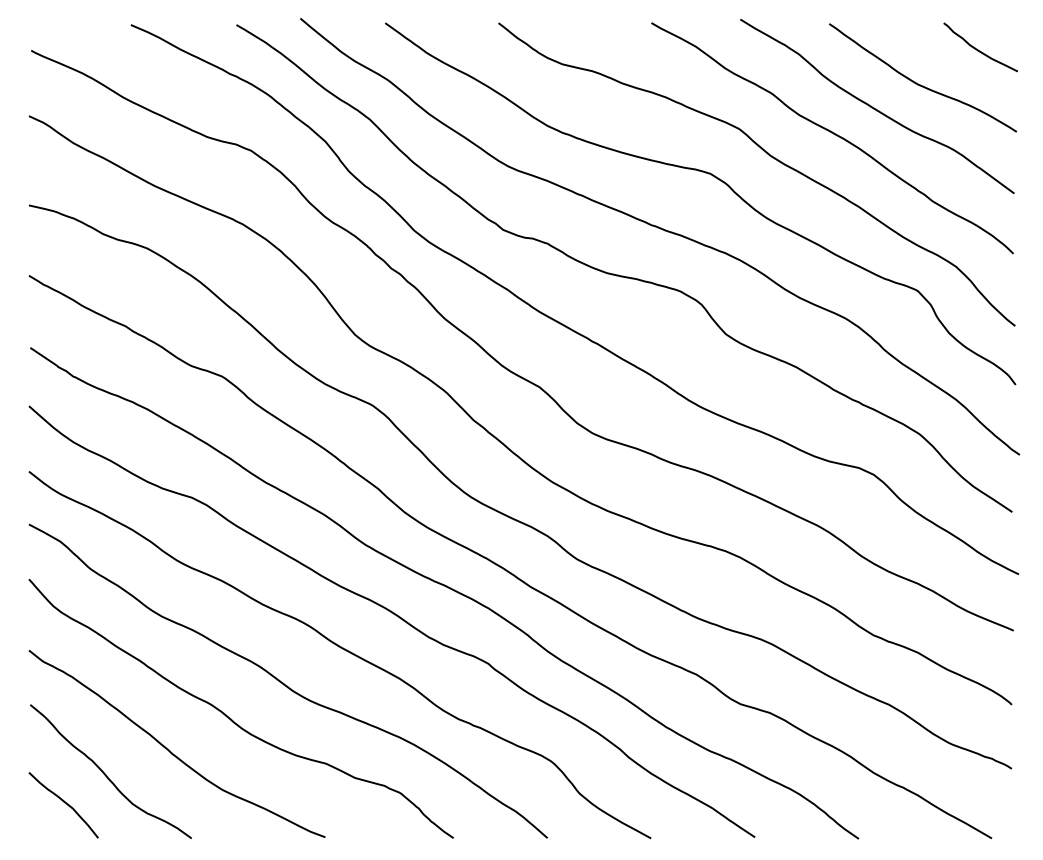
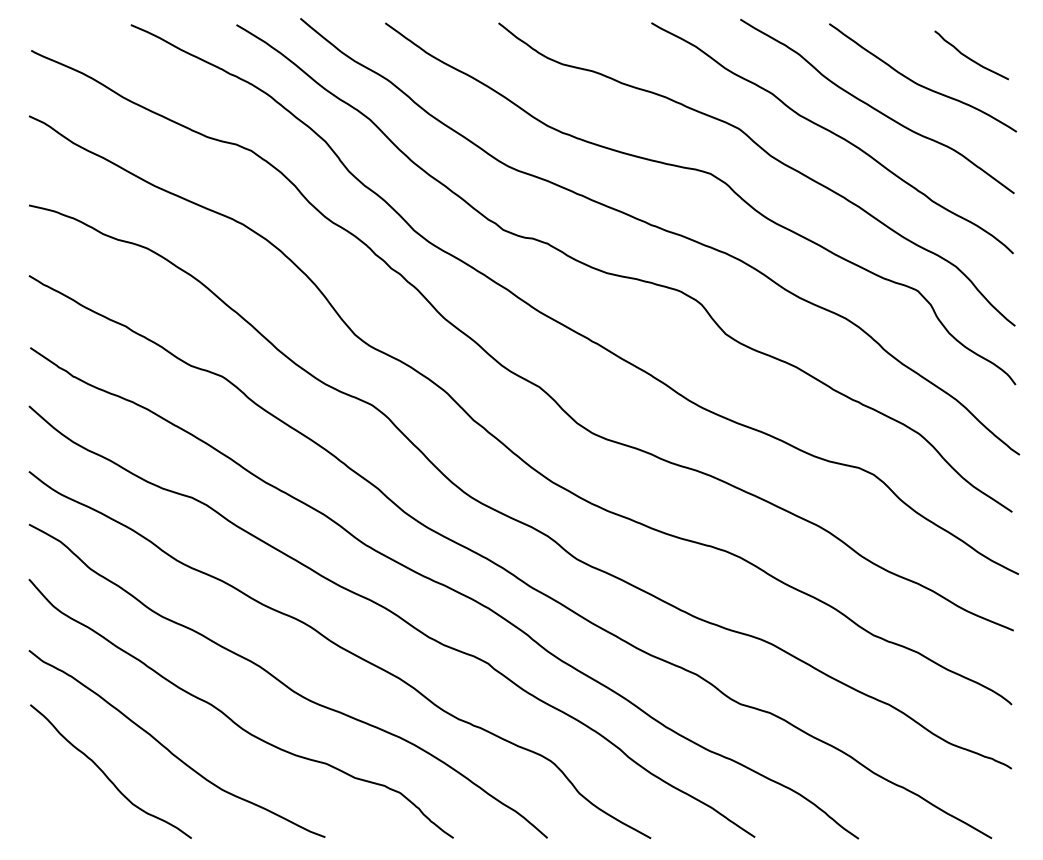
curve at (978, 49) position: (978, 49) -> (969, 57)
curve at (64, 803): present -> none
